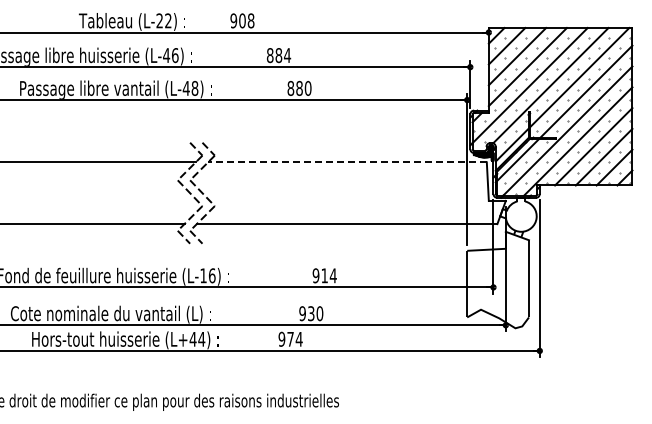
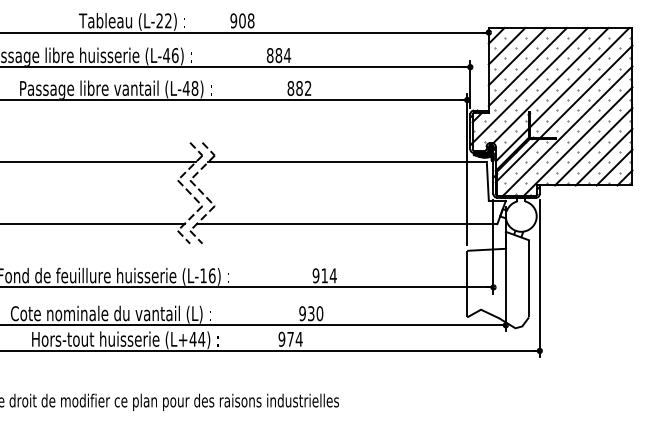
text at (307, 88): 880 -> 882
line at (346, 162): dashed -> solid
